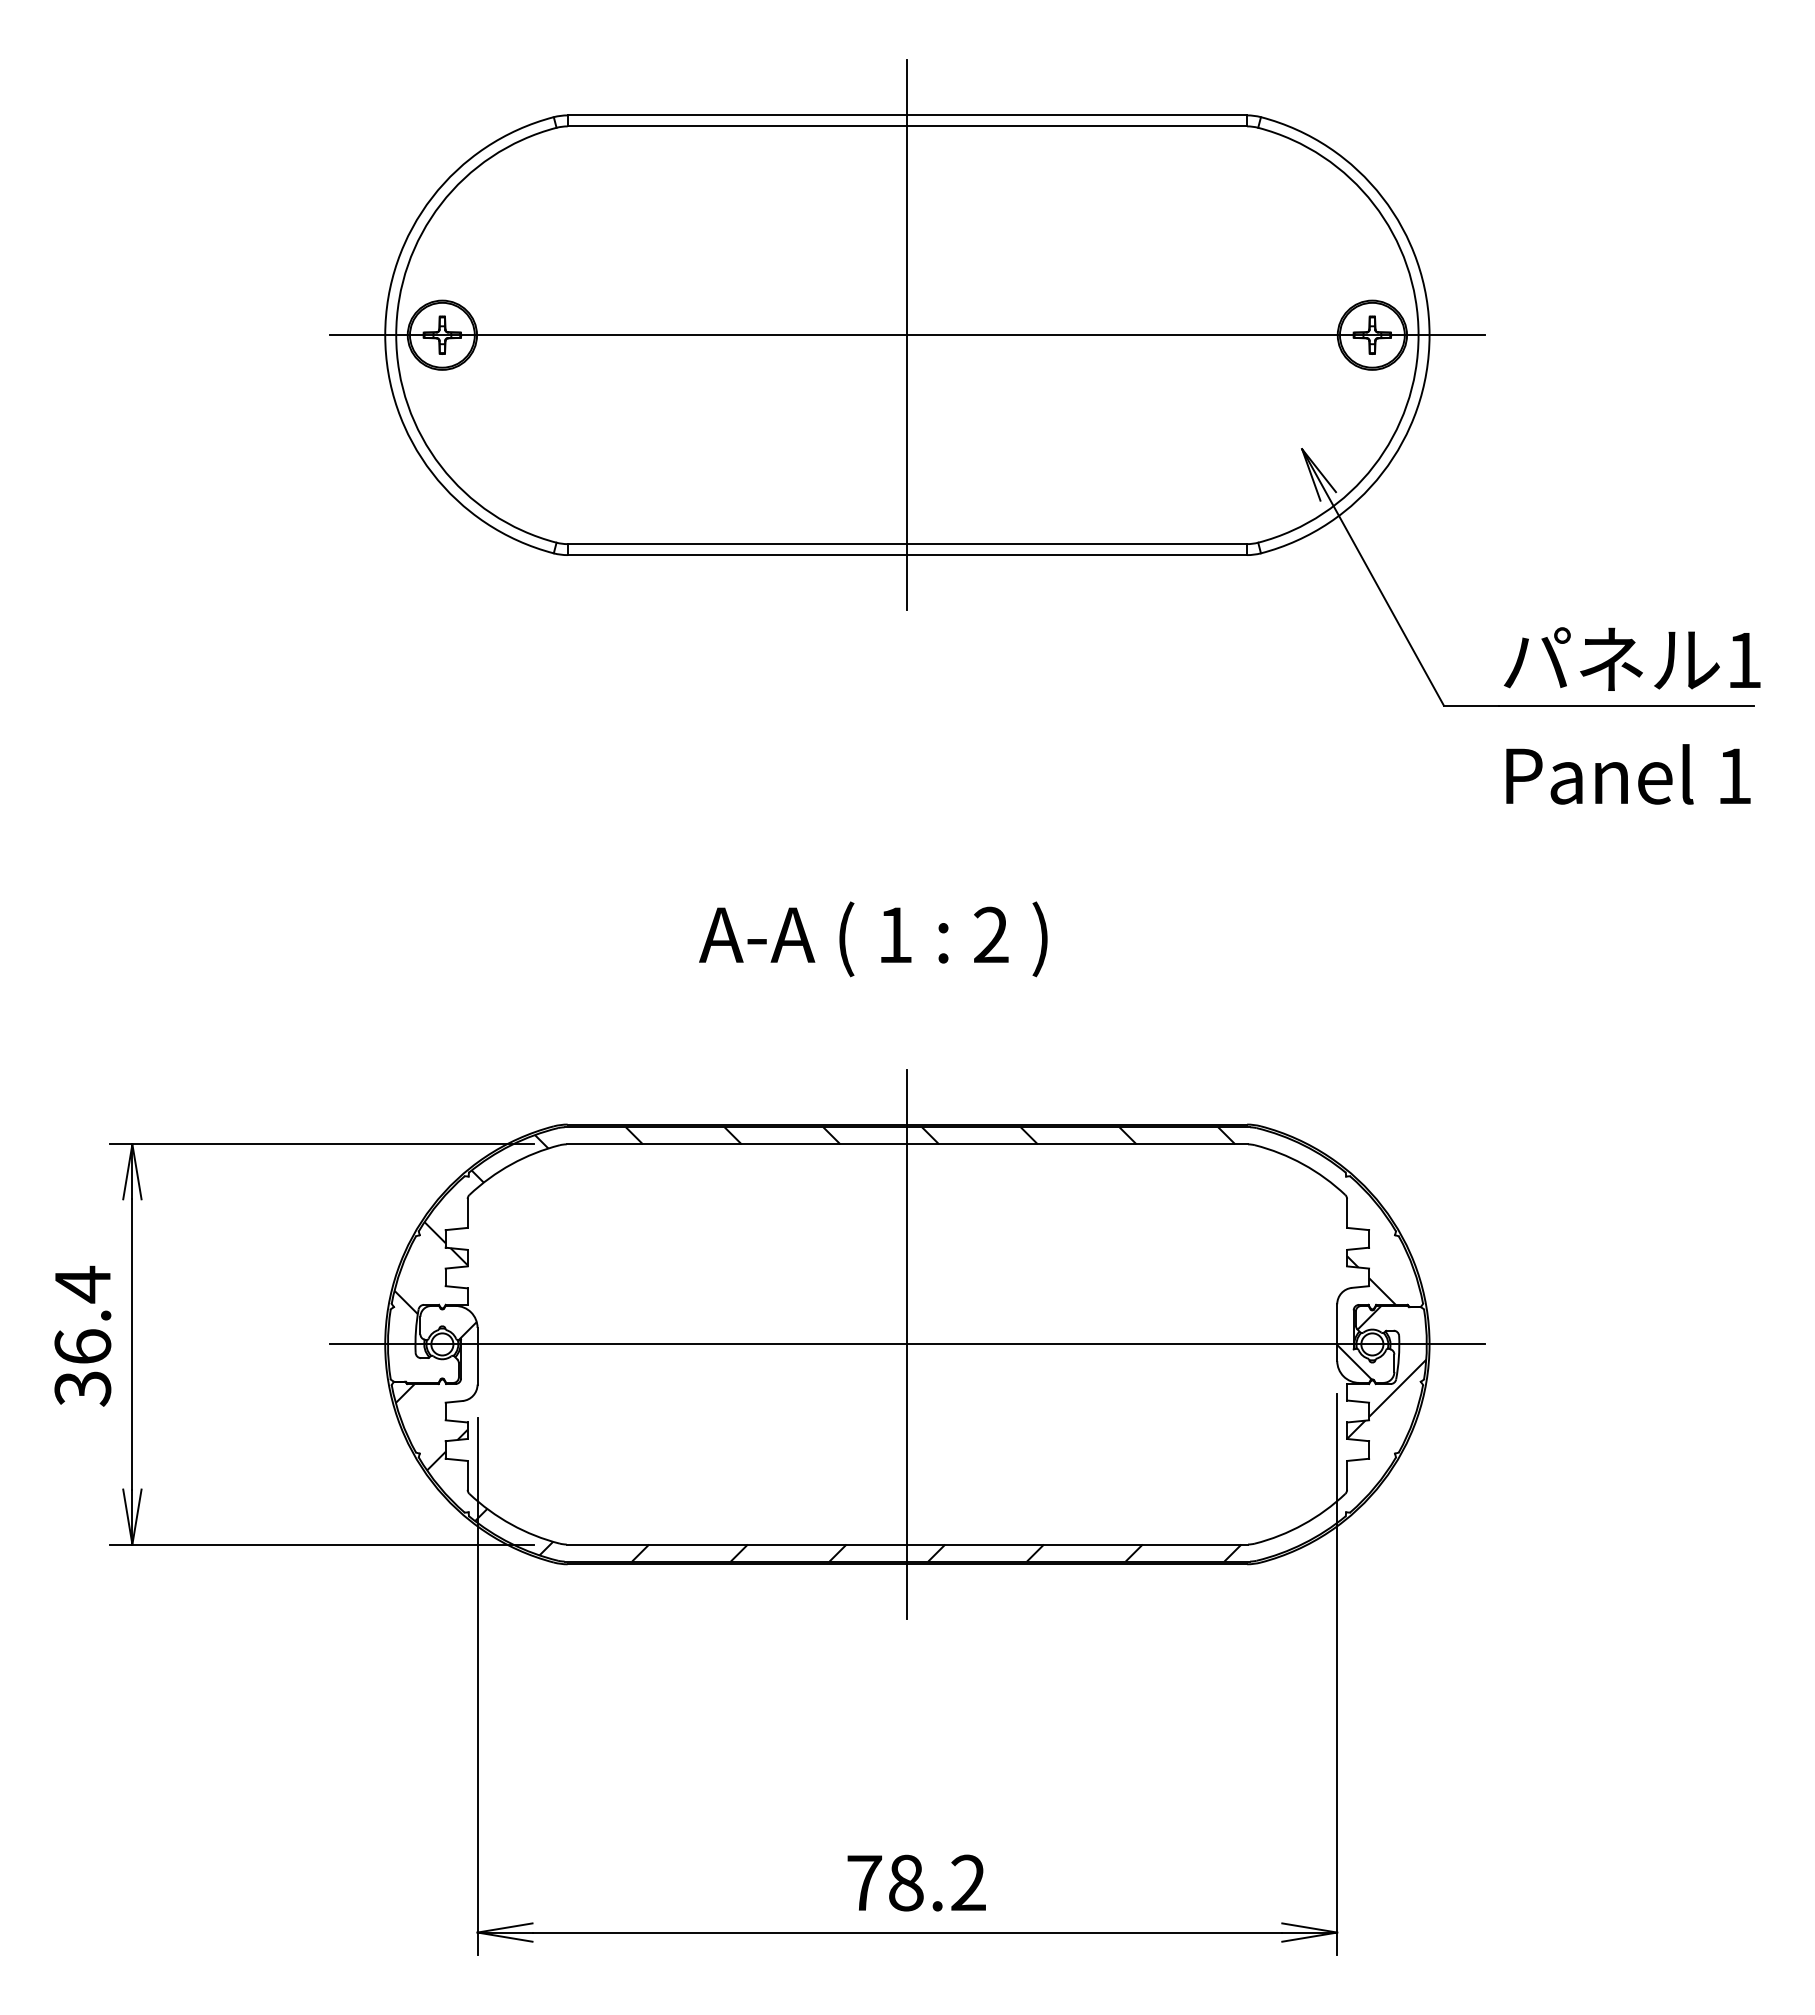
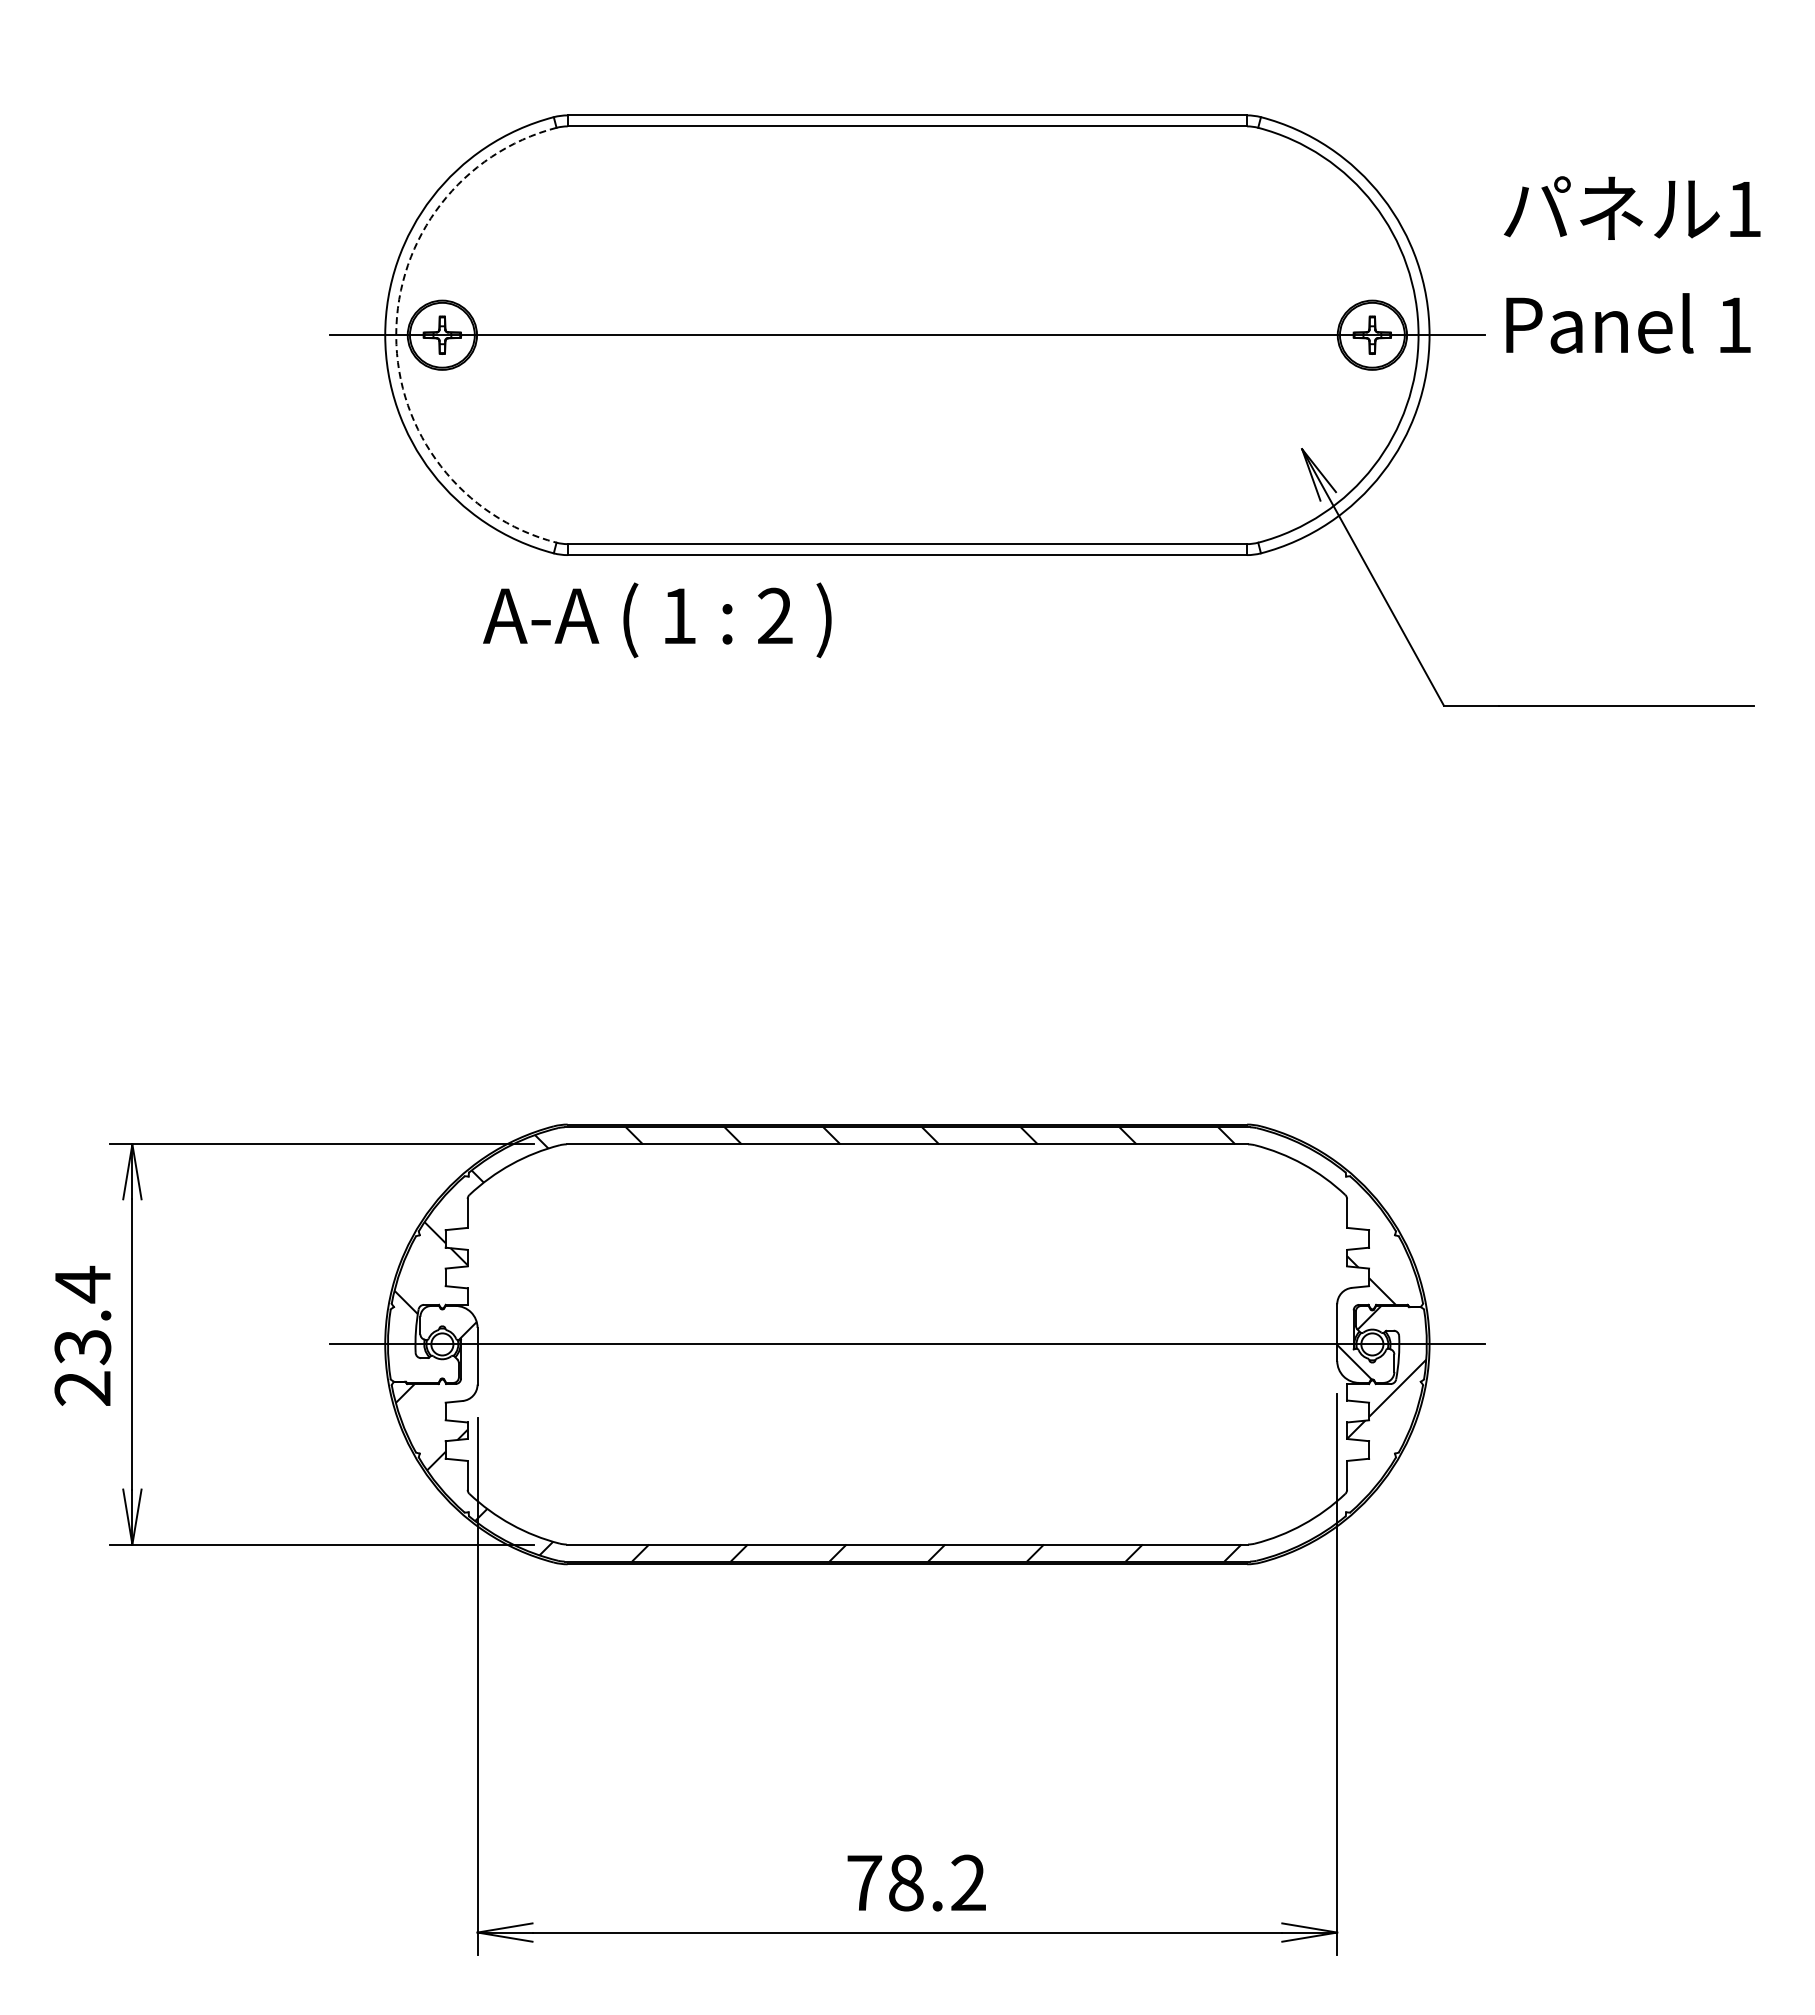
arc at (396, 335): solid -> dashed
line at (907, 335): present -> none
text at (1631, 715) position: (1631, 715) -> (1631, 264)
text at (873, 939) position: (873, 939) -> (657, 620)
line at (907, 1344): present -> none
text at (82, 1367): 36.4 -> 23.4
